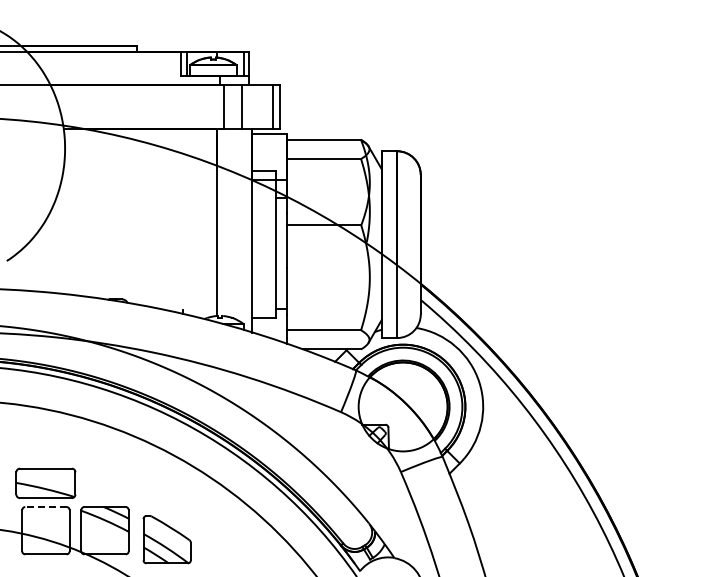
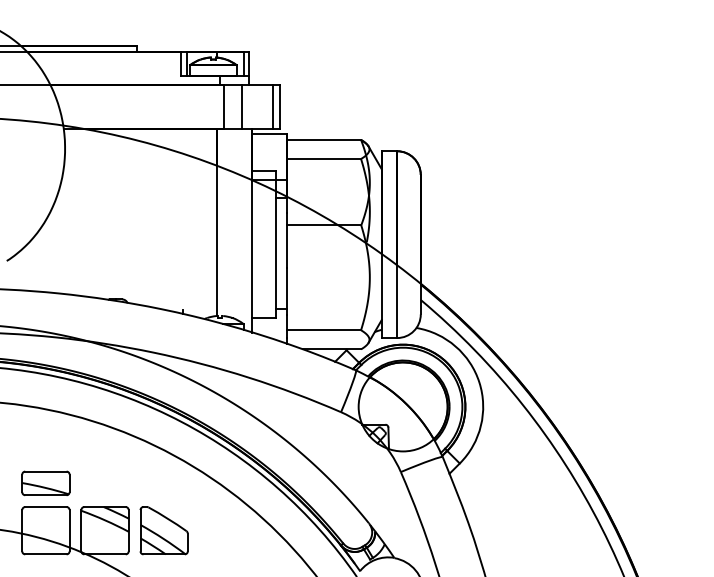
part at (45, 482) size: 62x32 px -> 50x27 px
line at (45, 507): dashed -> solid
part at (166, 539) position: (166, 539) -> (163, 530)
